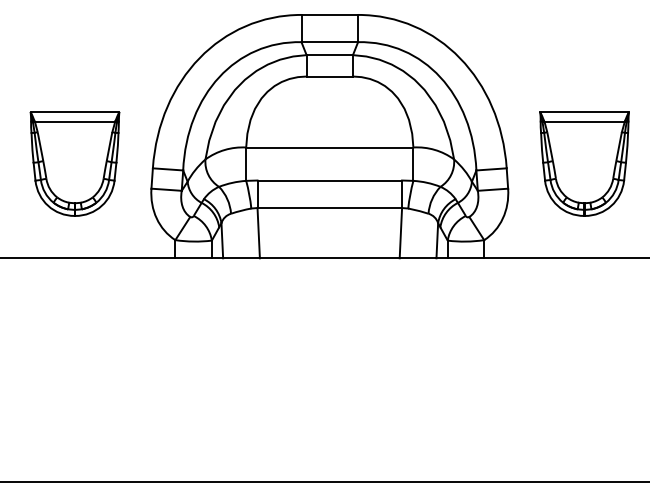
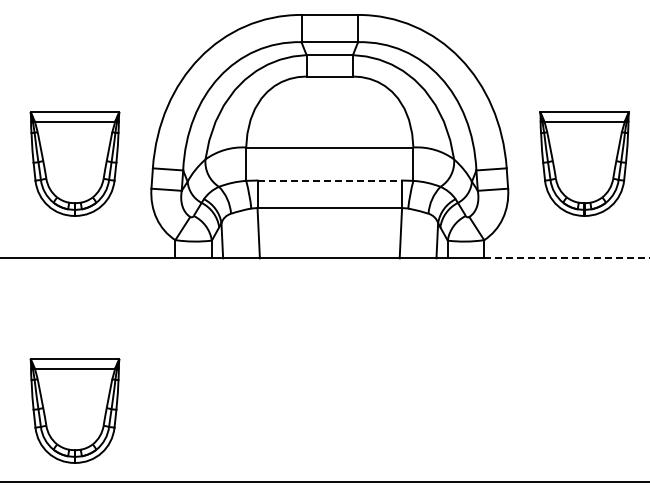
line at (330, 180): solid -> dashed
line at (567, 258): solid -> dashed
part at (74, 410): none -> present
